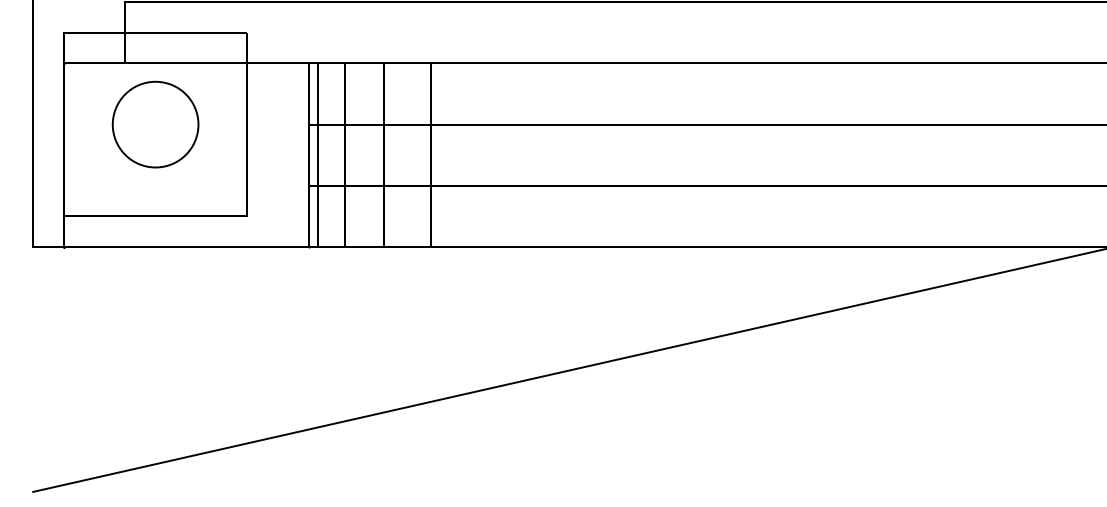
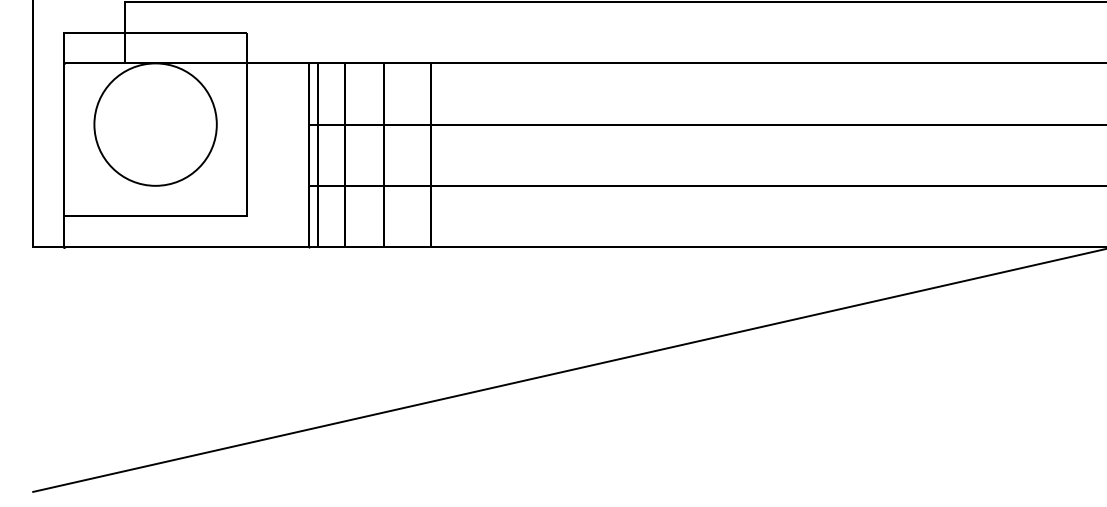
circle at (155, 124) diameter: 86 px -> 122 px
